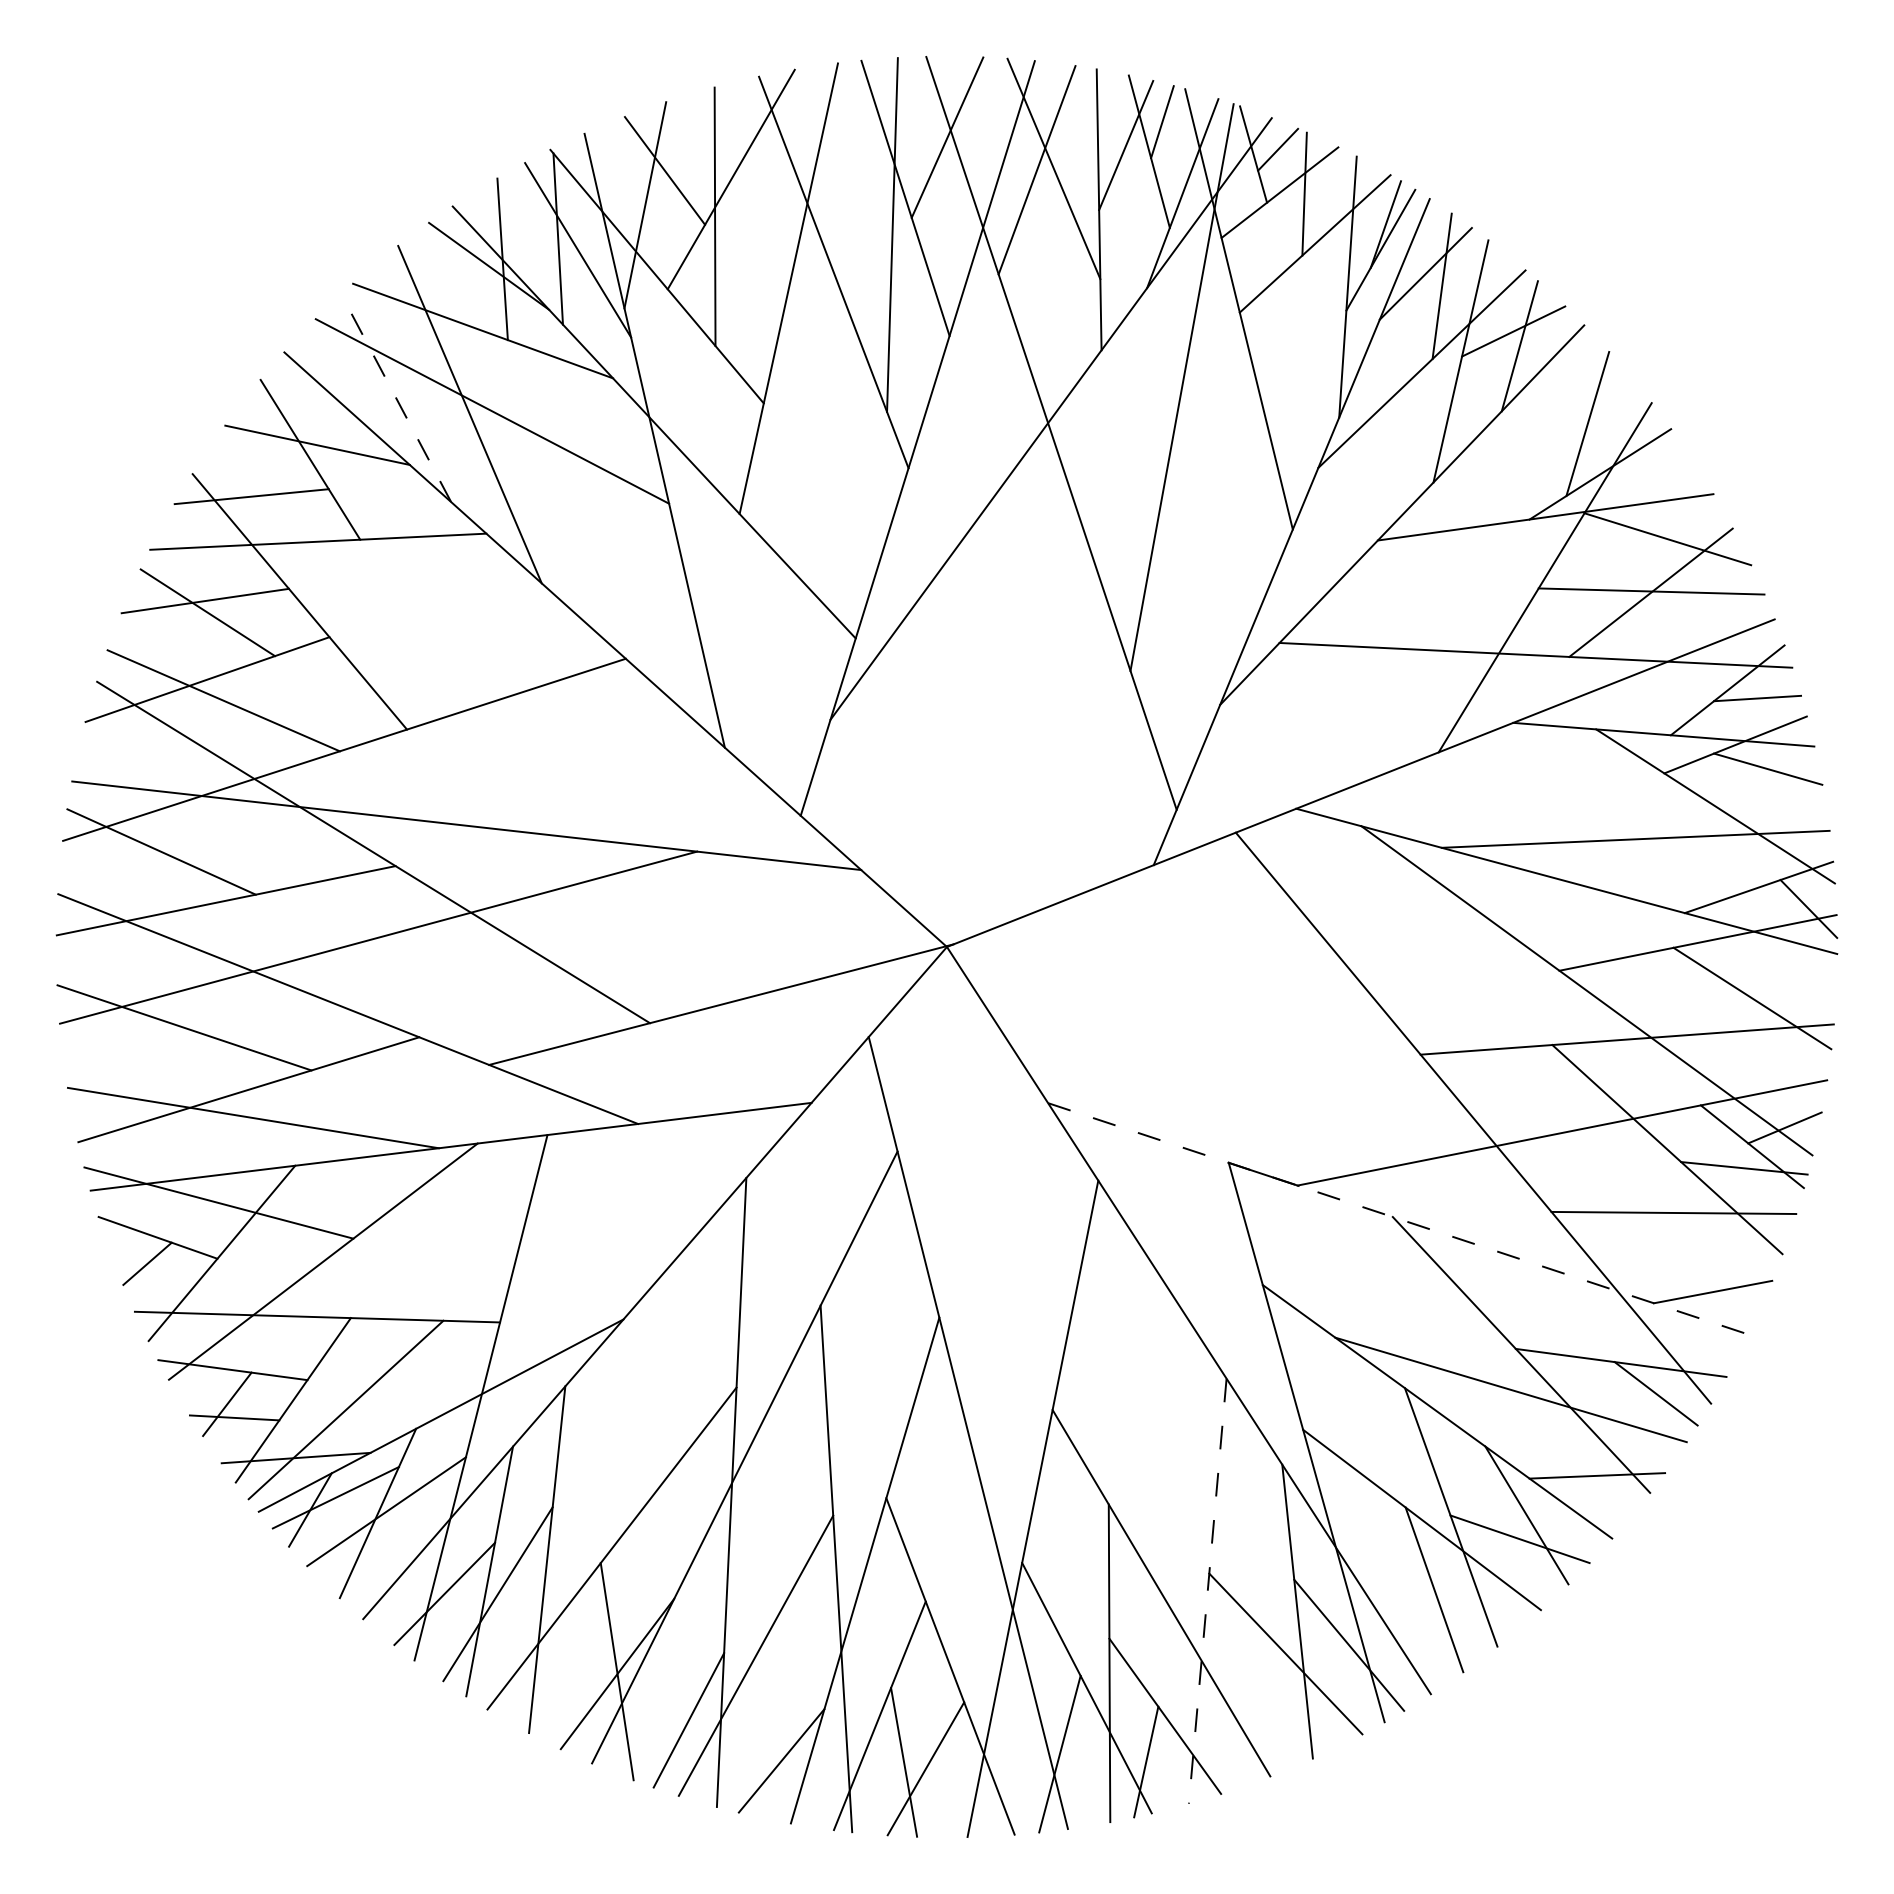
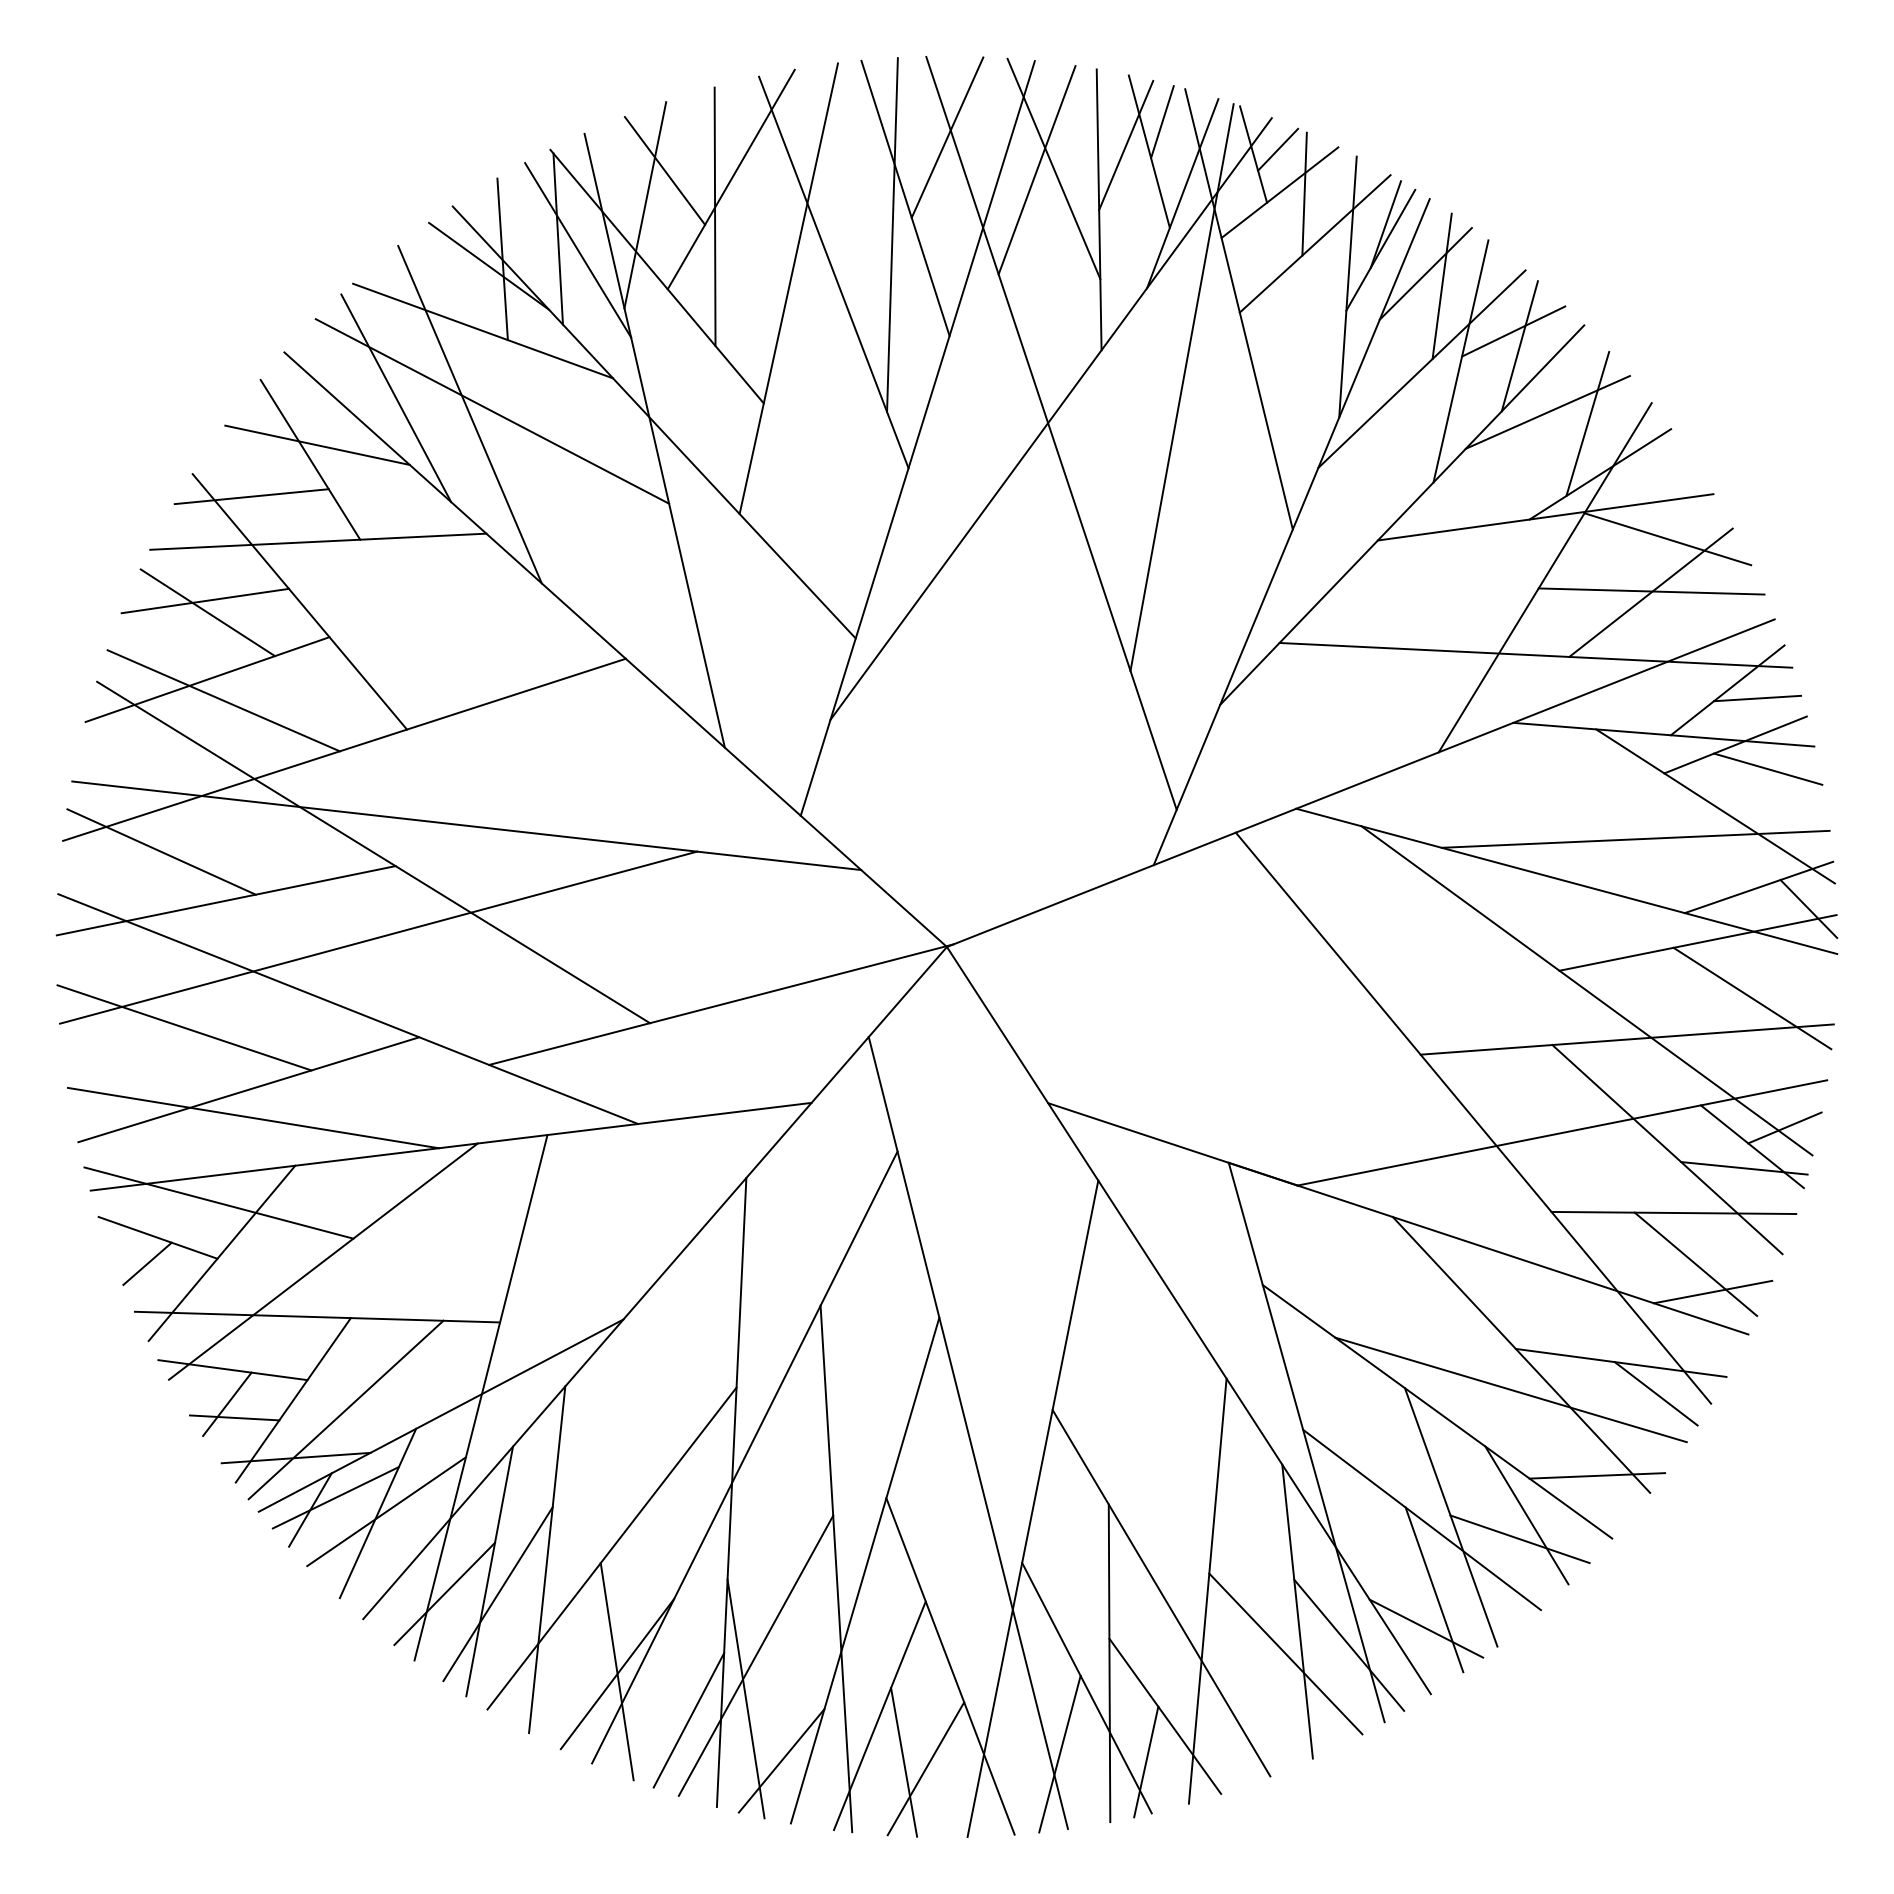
line at (396, 397): dashed -> solid
line at (1547, 412): none -> present
line at (1398, 1218): dashed -> solid
line at (1695, 1264): none -> present
line at (1207, 1591): dashed -> solid
line at (1426, 1628): none -> present
line at (745, 1698): none -> present
